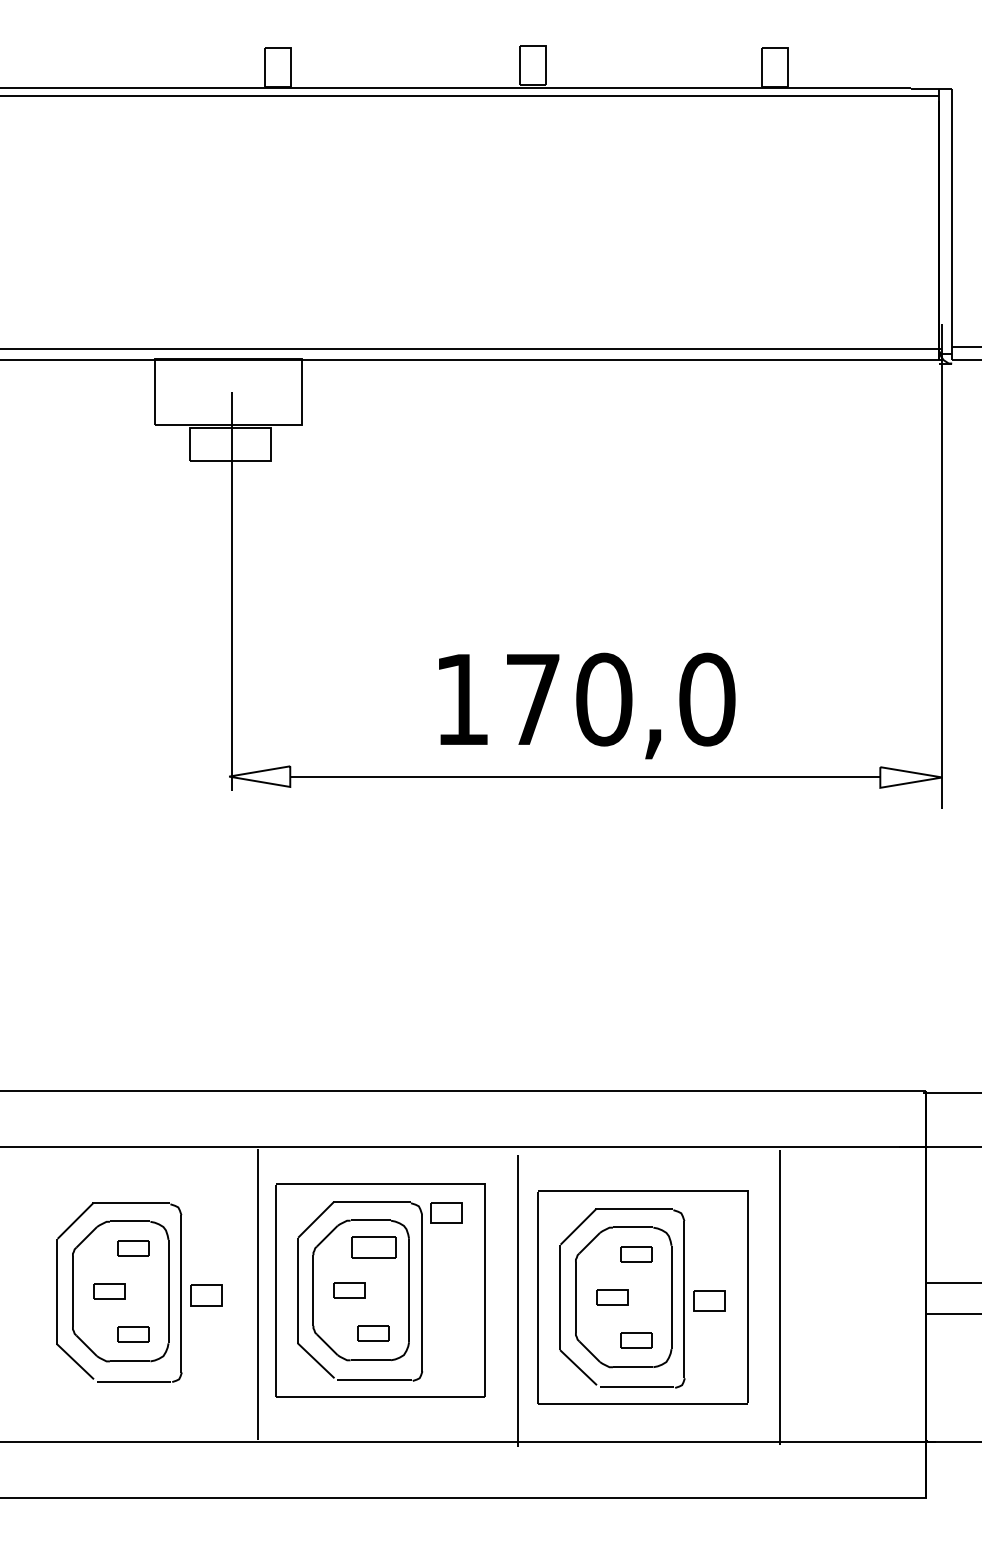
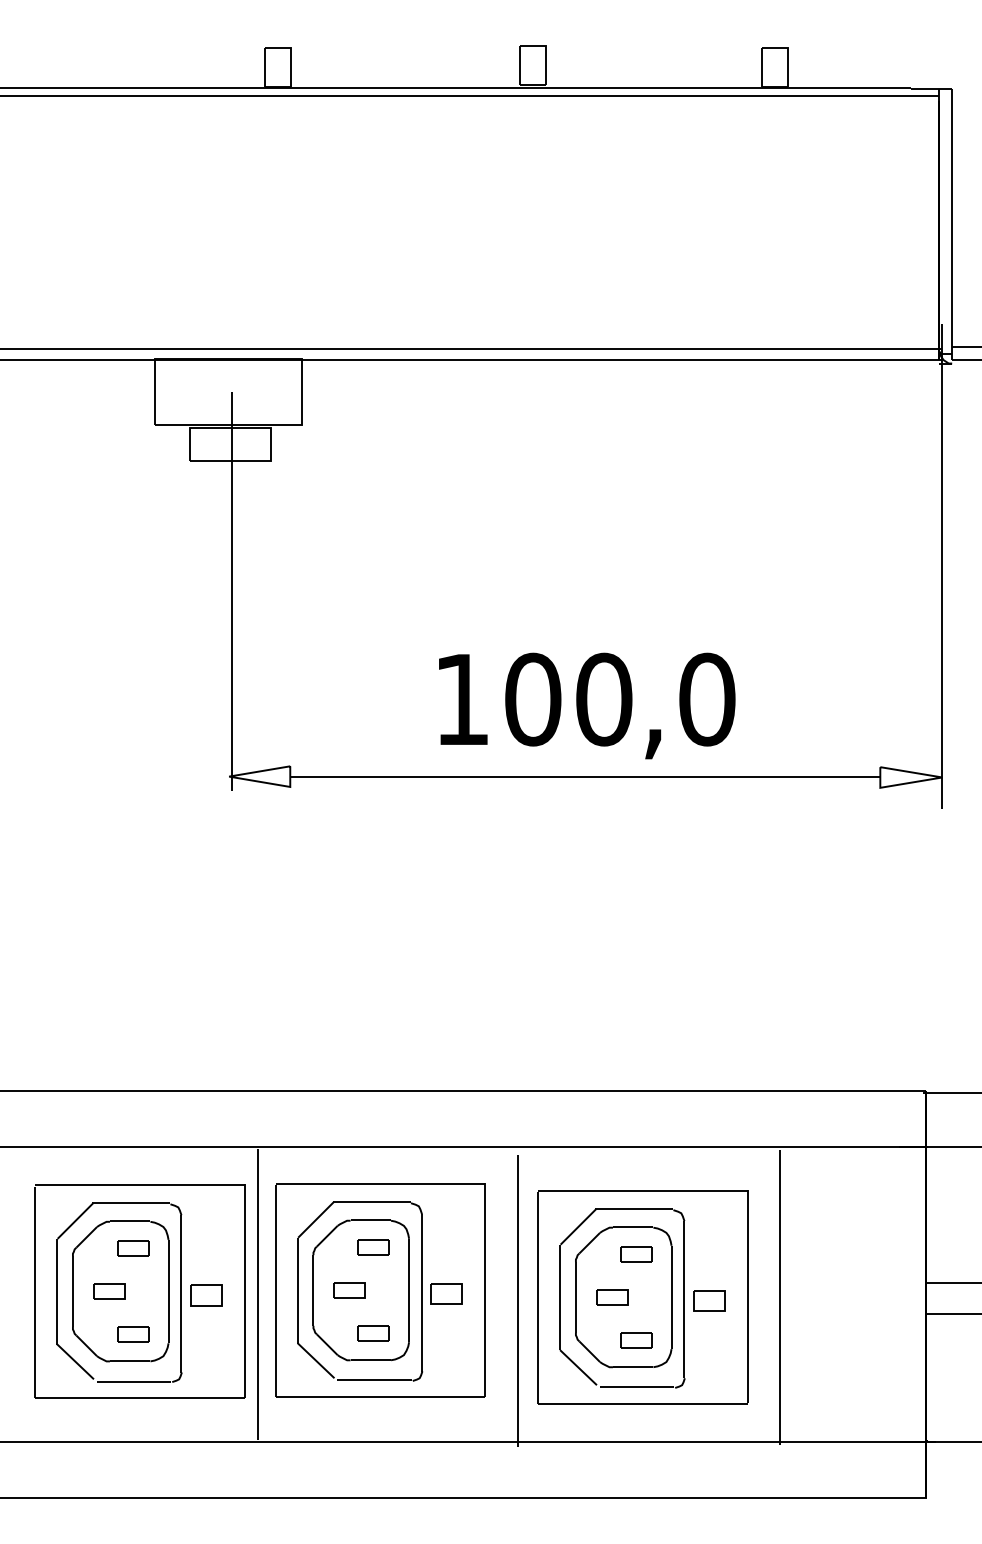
text at (533, 699): 170 -> 100
part at (446, 1212) position: (446, 1212) -> (446, 1293)
part at (373, 1247) size: 46x23 px -> 33x17 px
part at (35, 1291): none -> present
